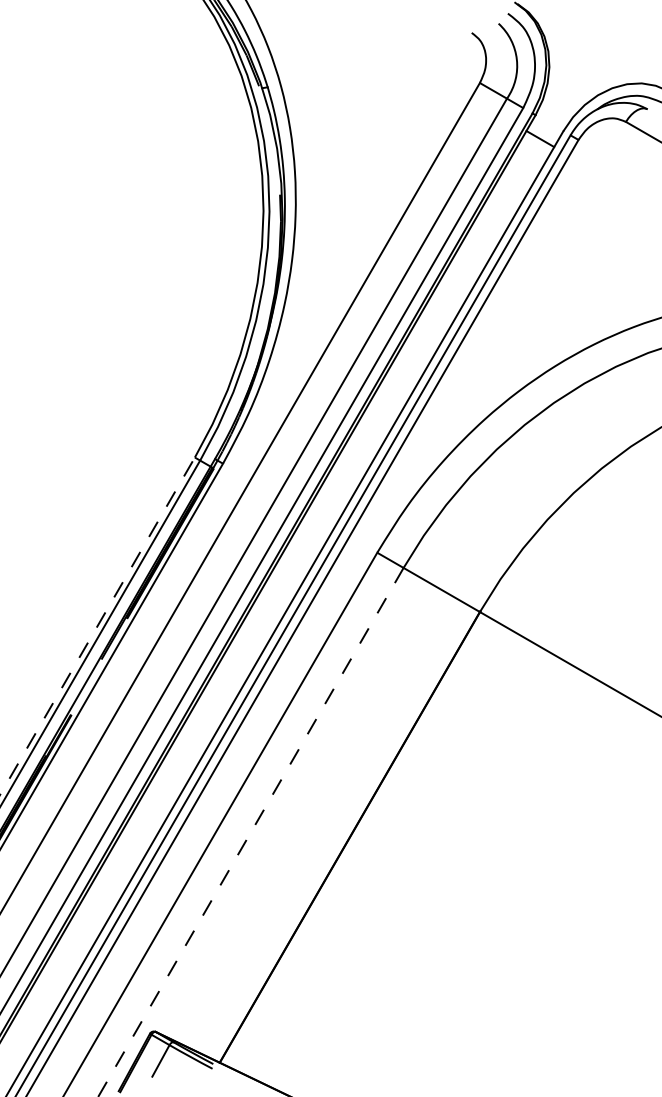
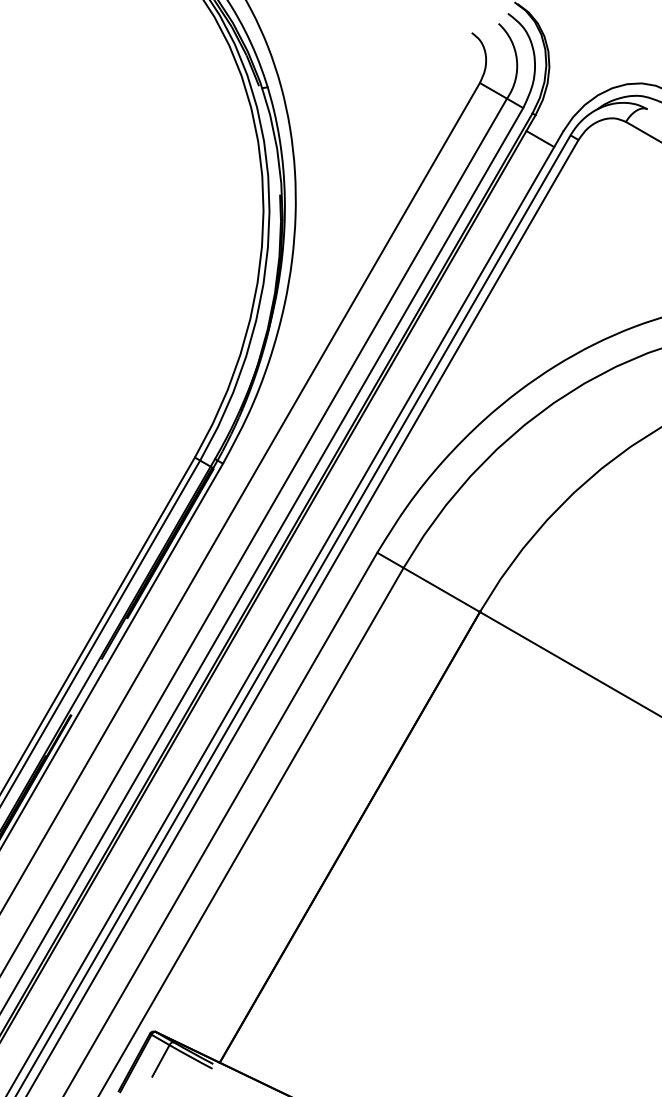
line at (97, 626): dashed -> solid
line at (250, 832): dashed -> solid
